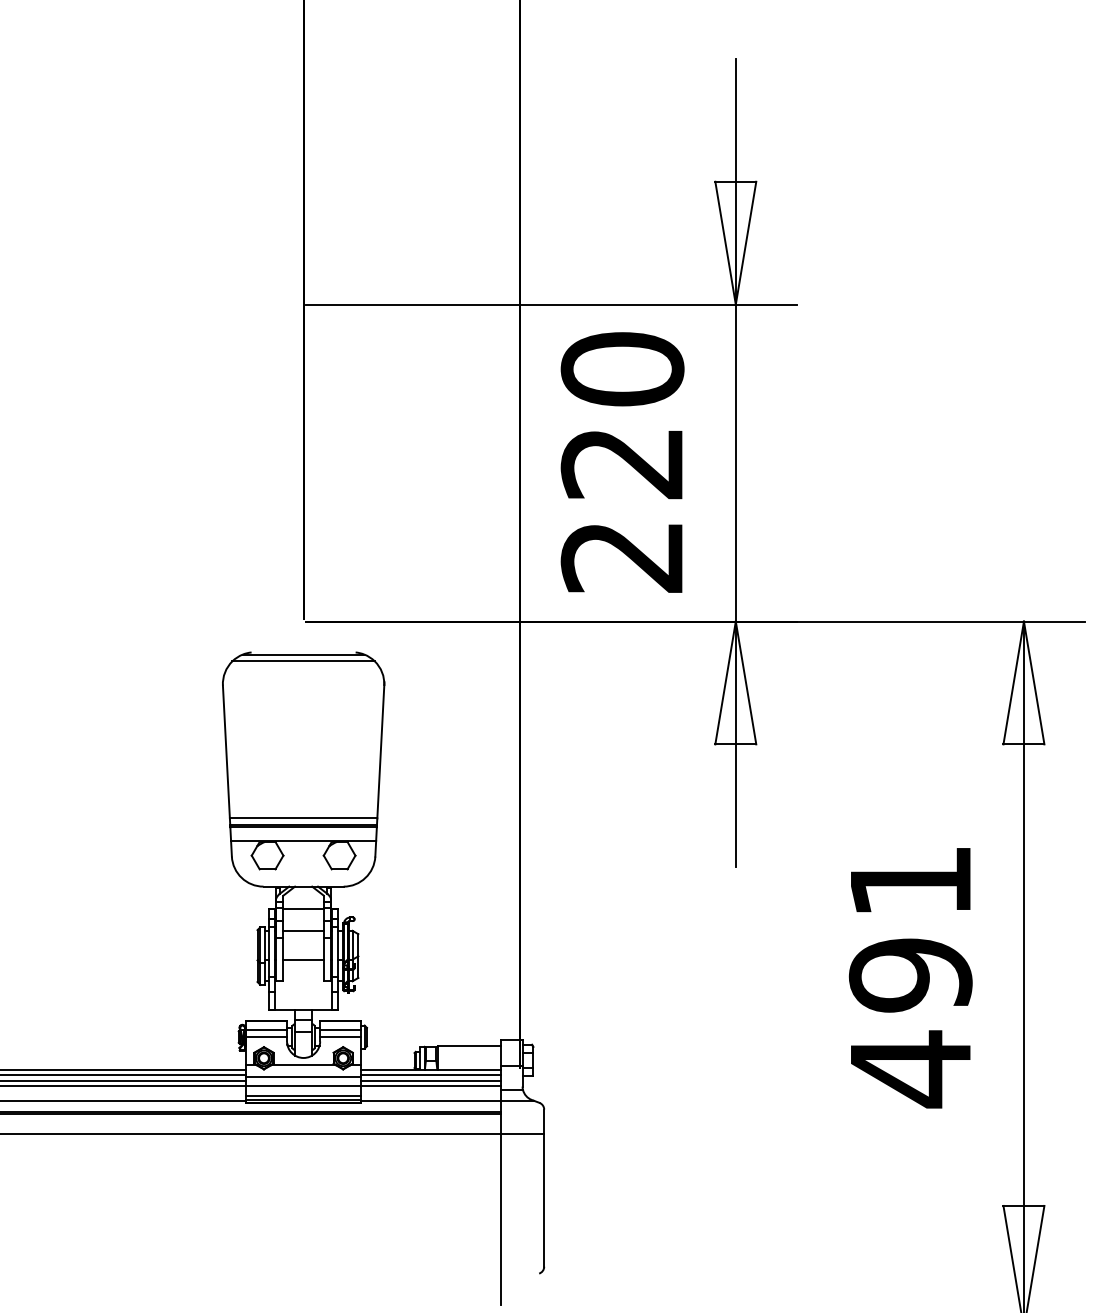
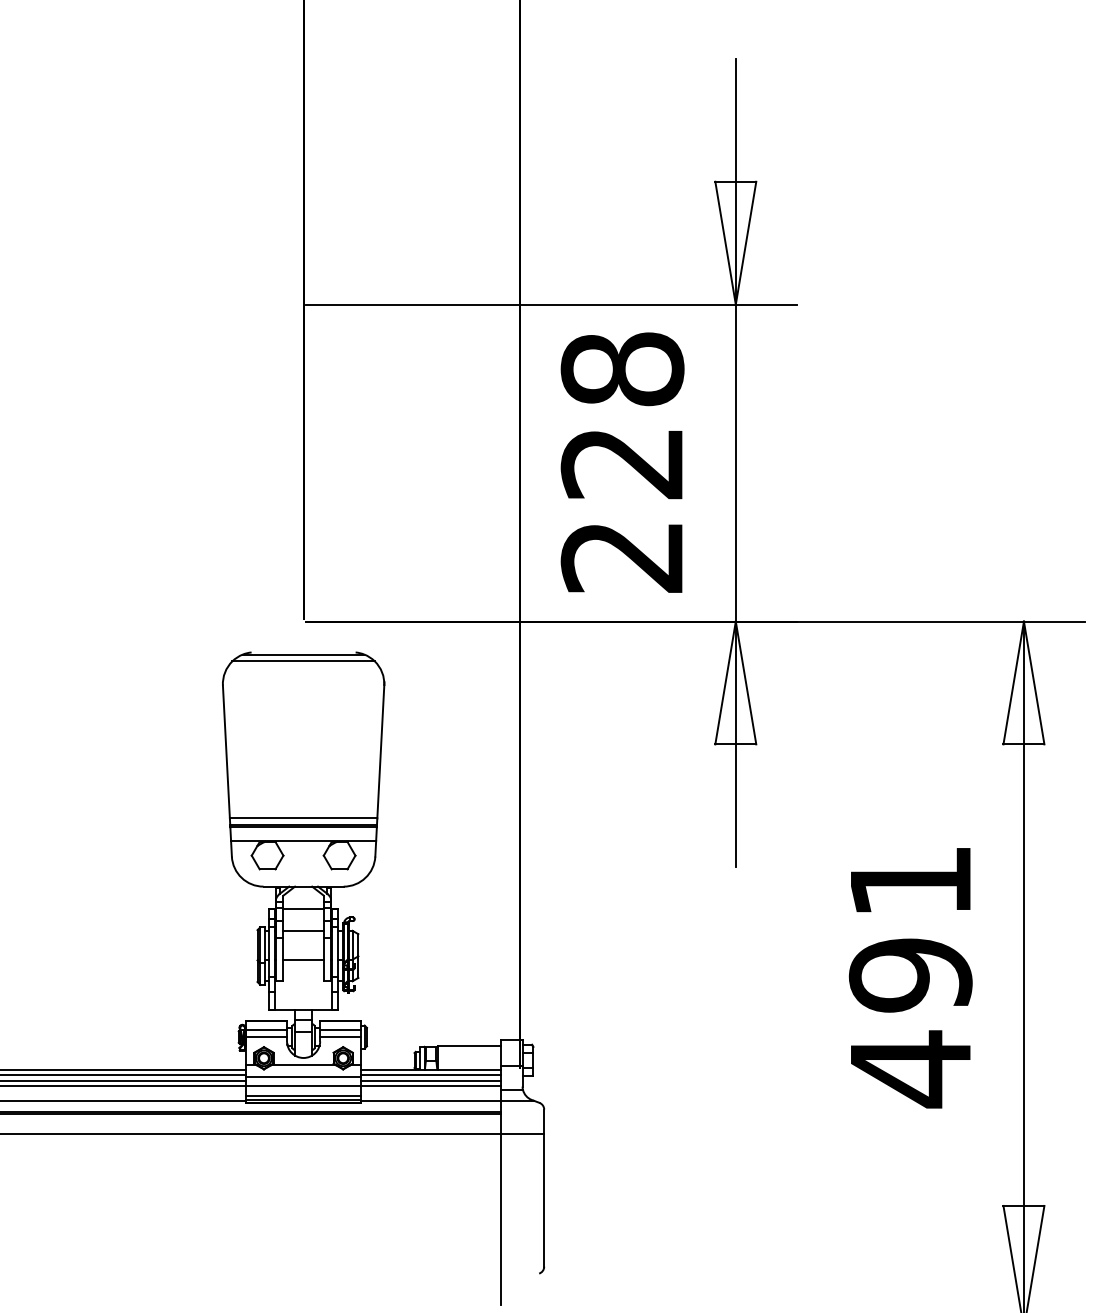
text at (622, 369): 220 -> 228
